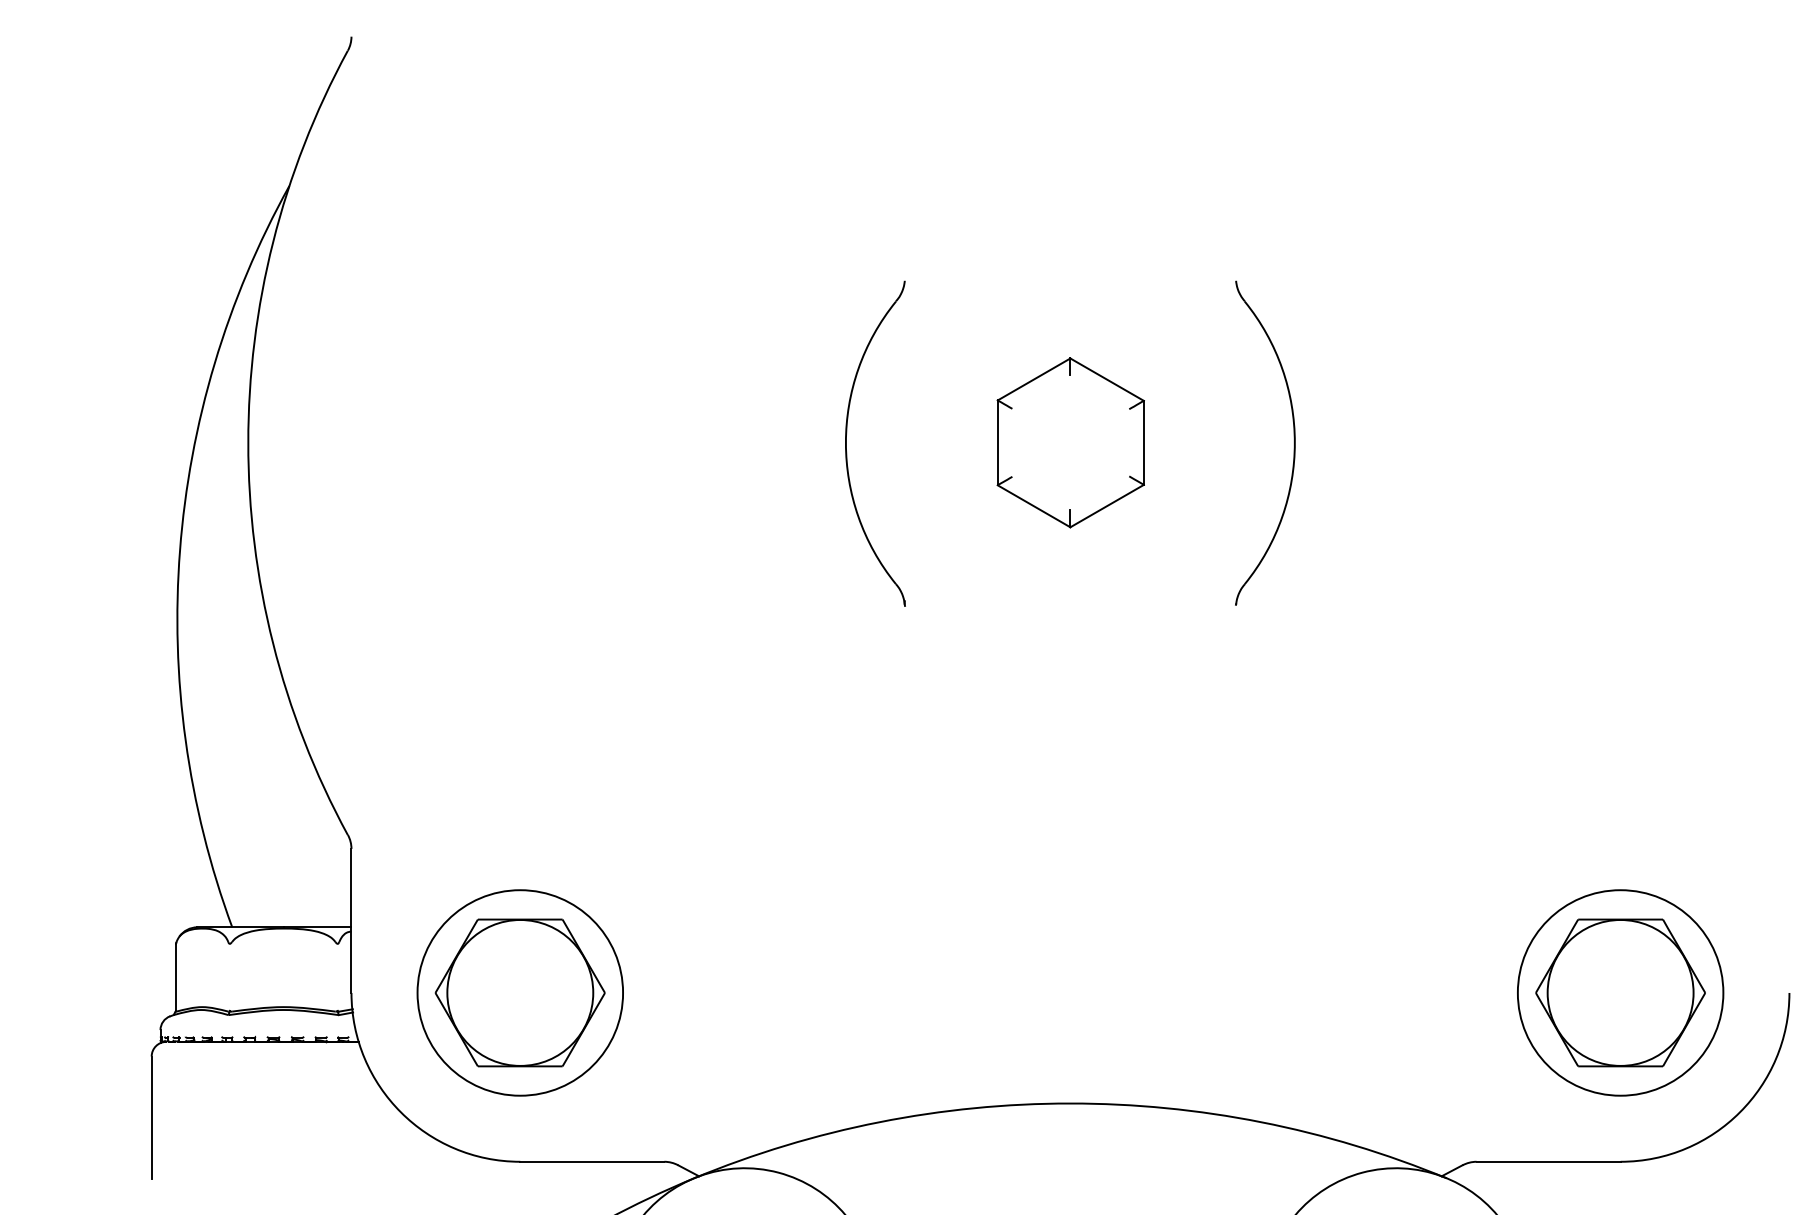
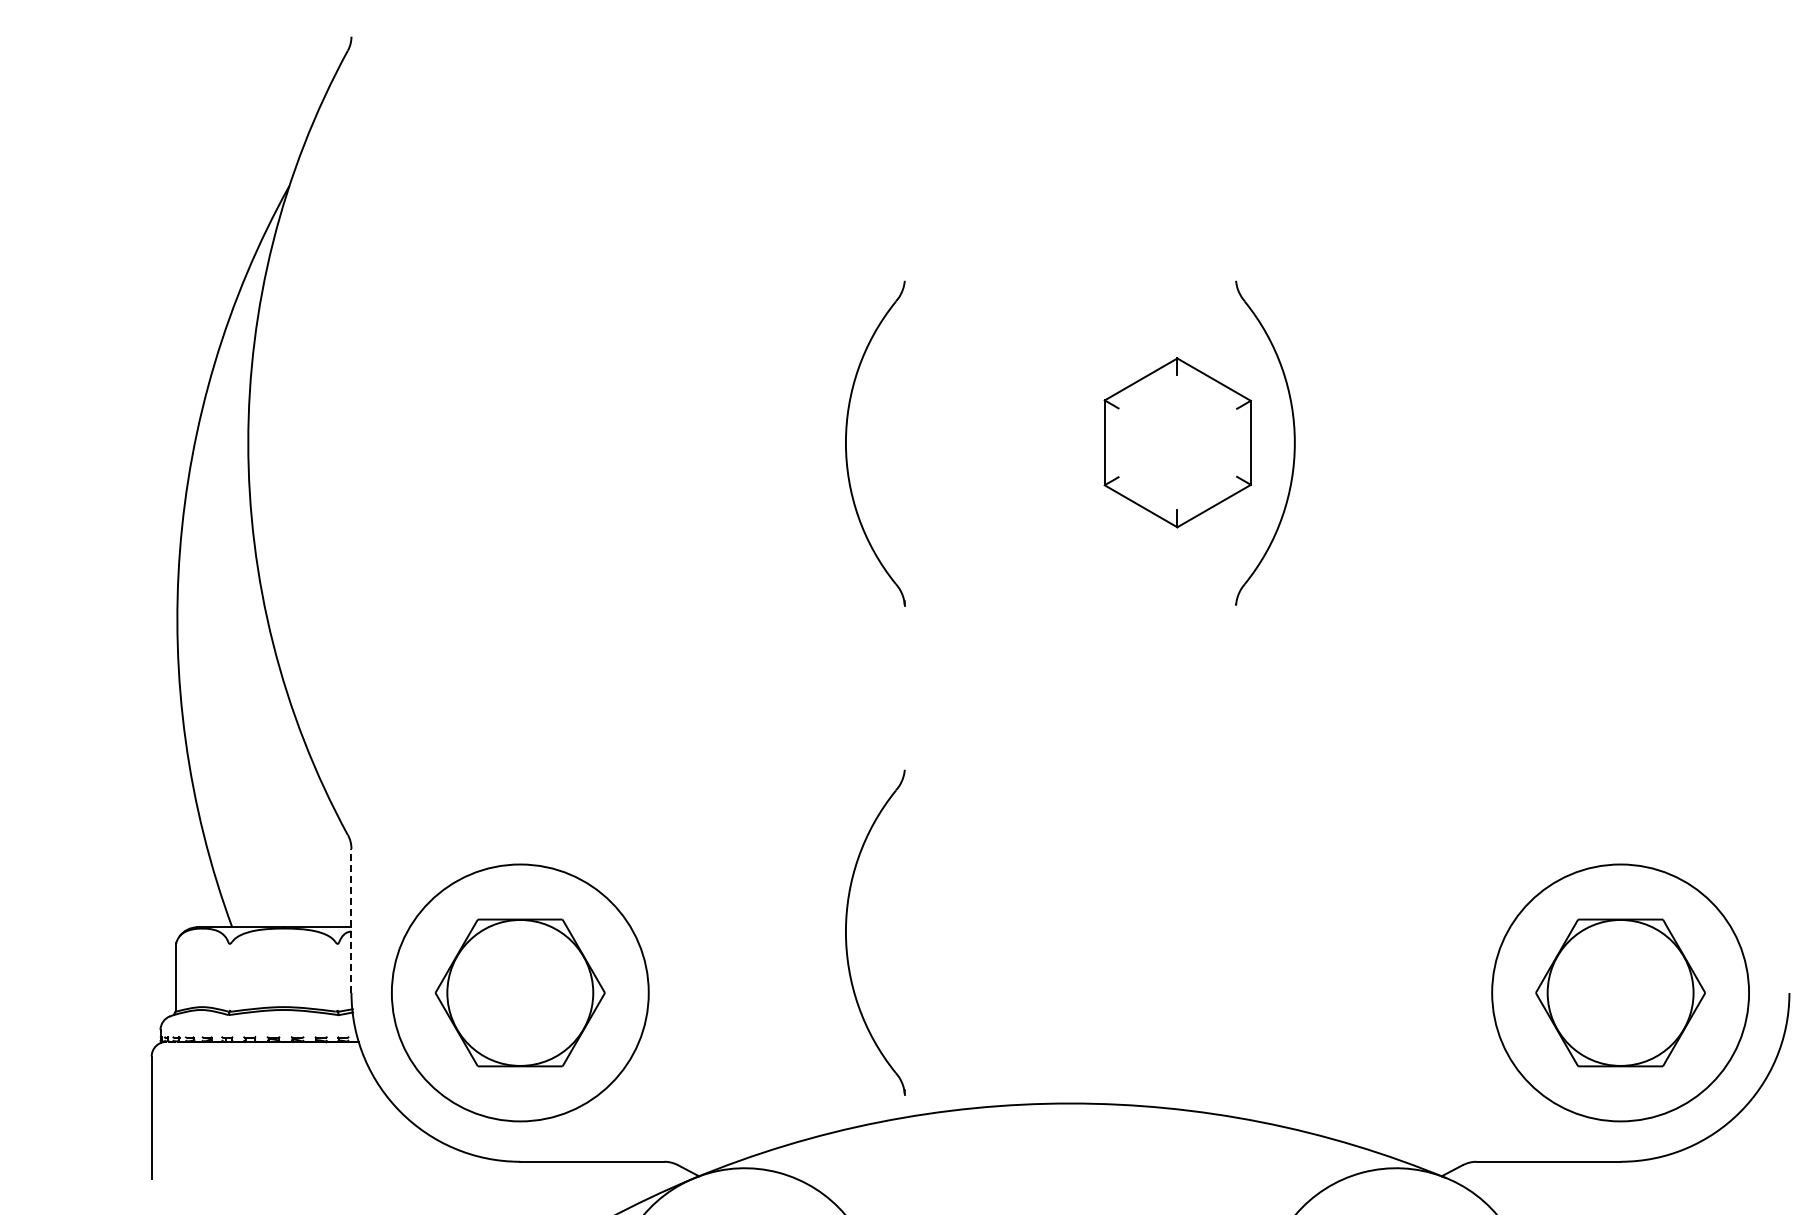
part at (1070, 442) position: (1070, 442) -> (1177, 442)
line at (351, 920): solid -> dashed
part at (846, 932): none -> present
circle at (520, 992) diameter: 206 px -> 257 px
circle at (1620, 992) diameter: 206 px -> 257 px
